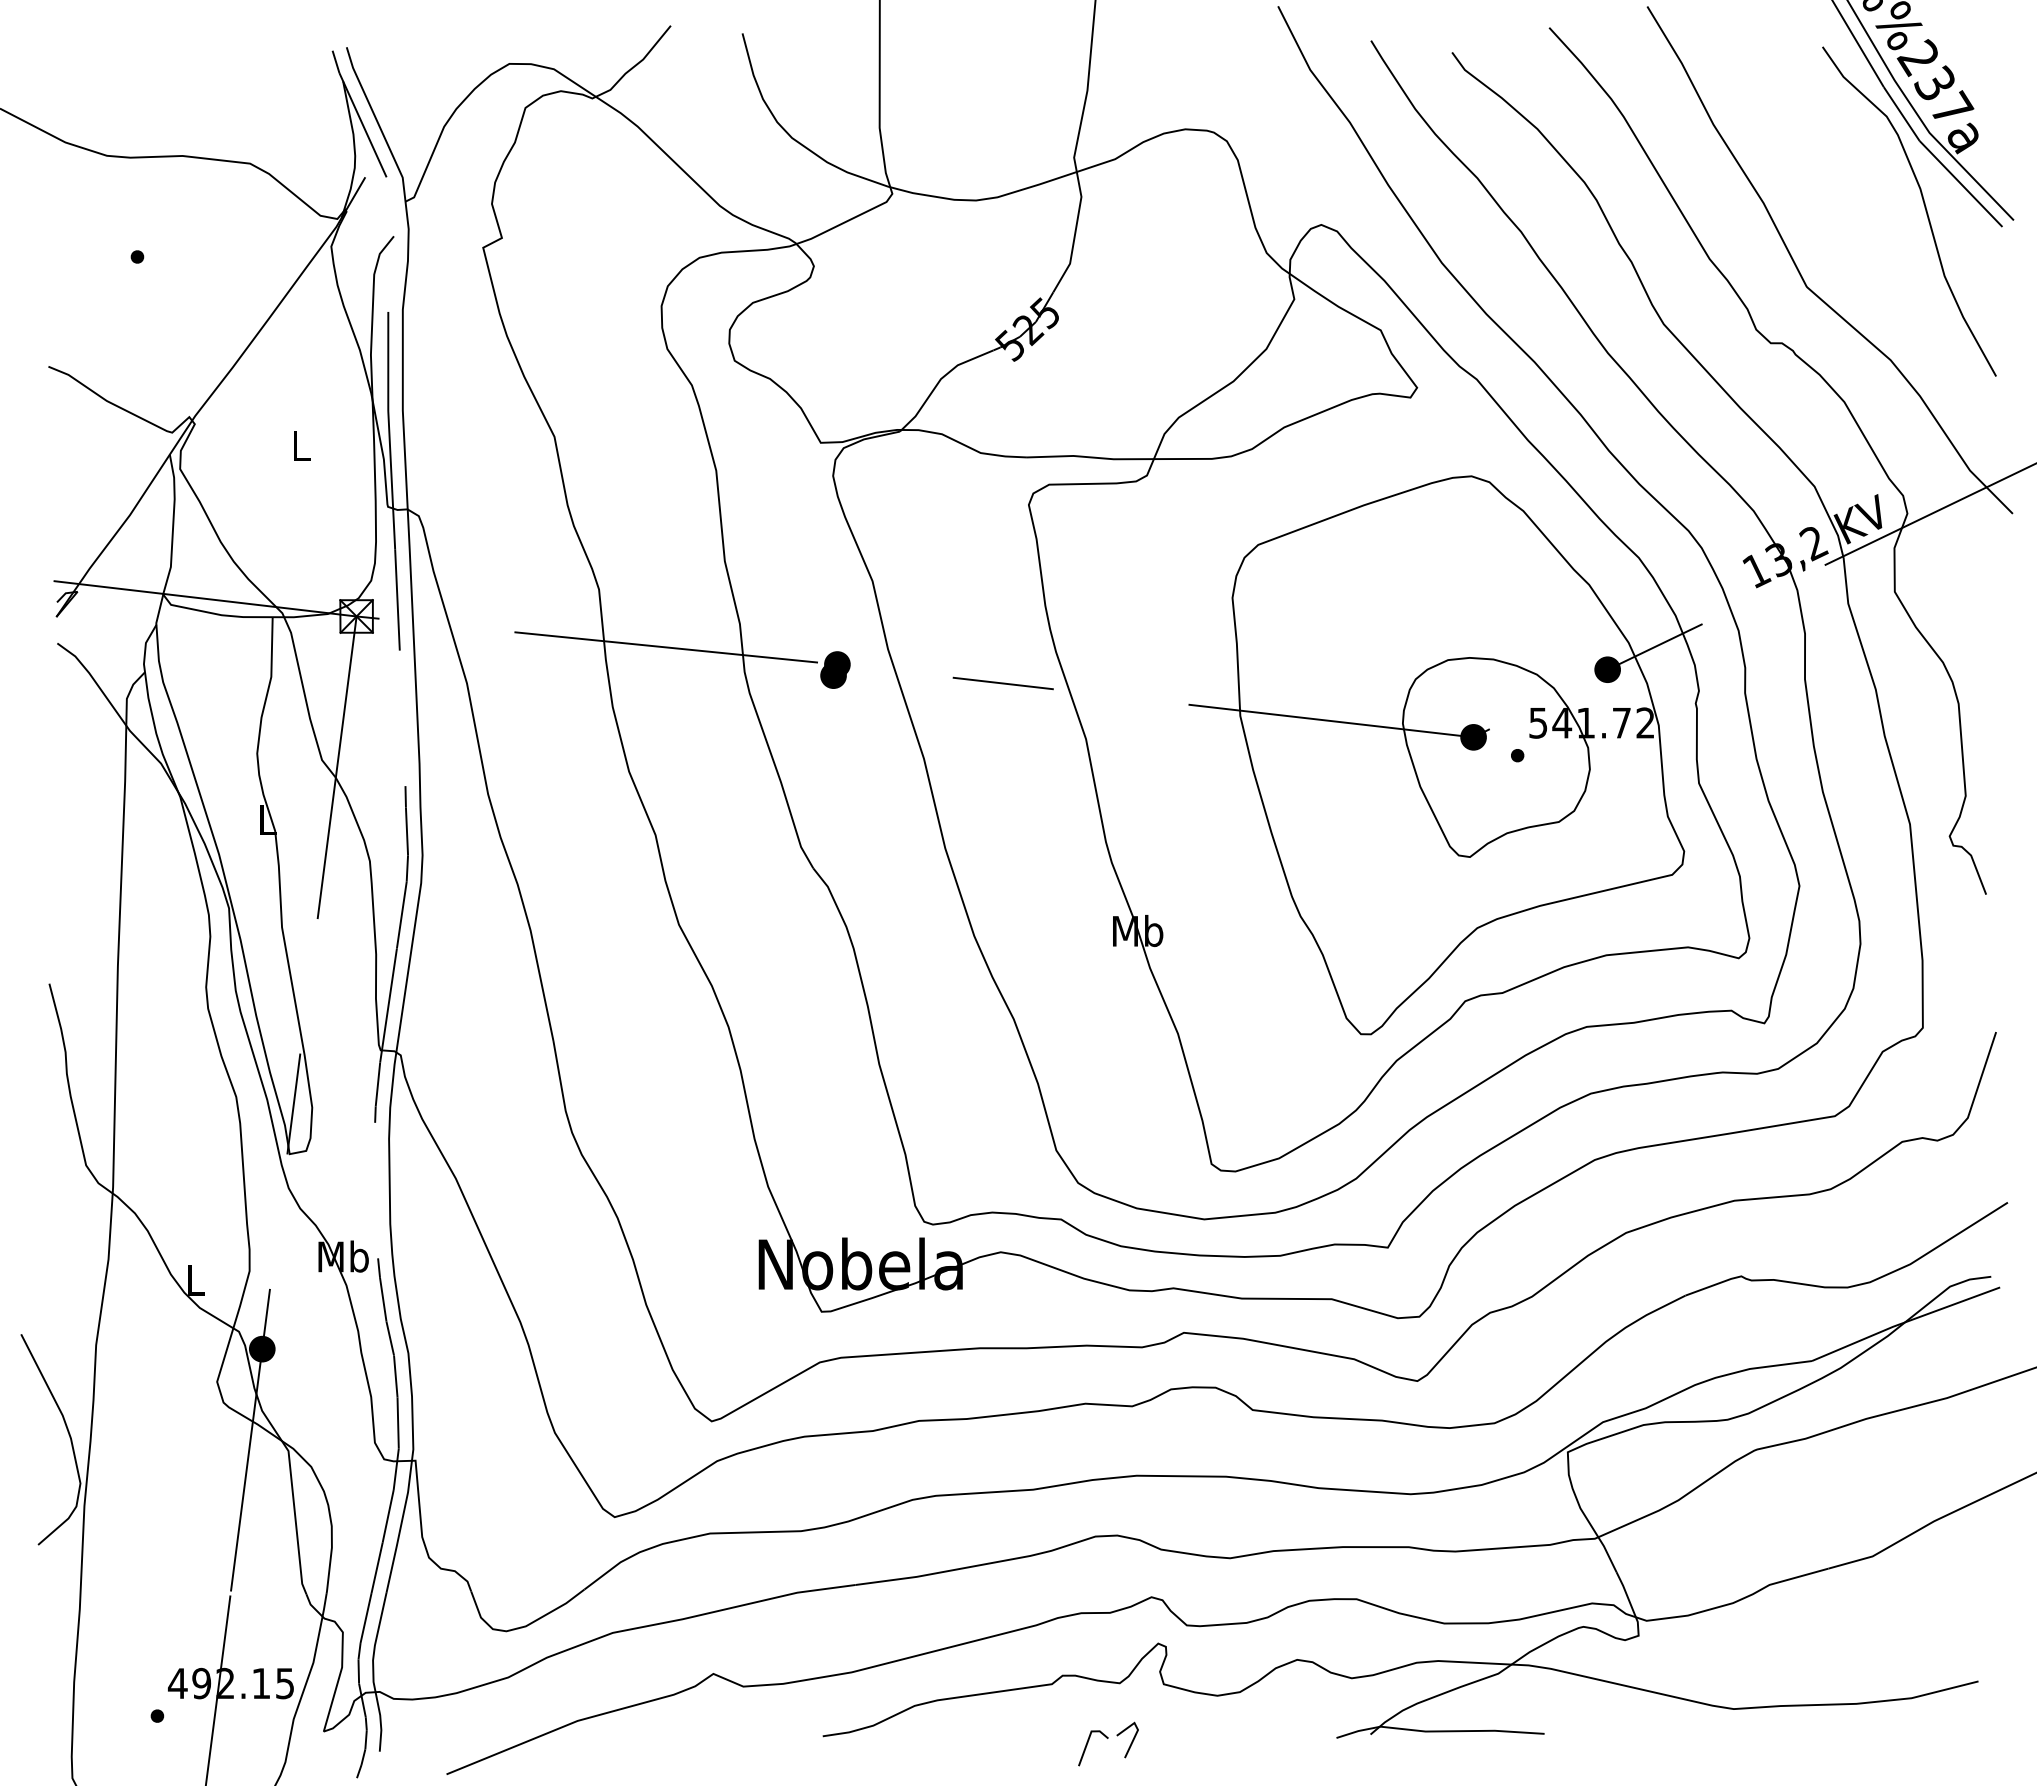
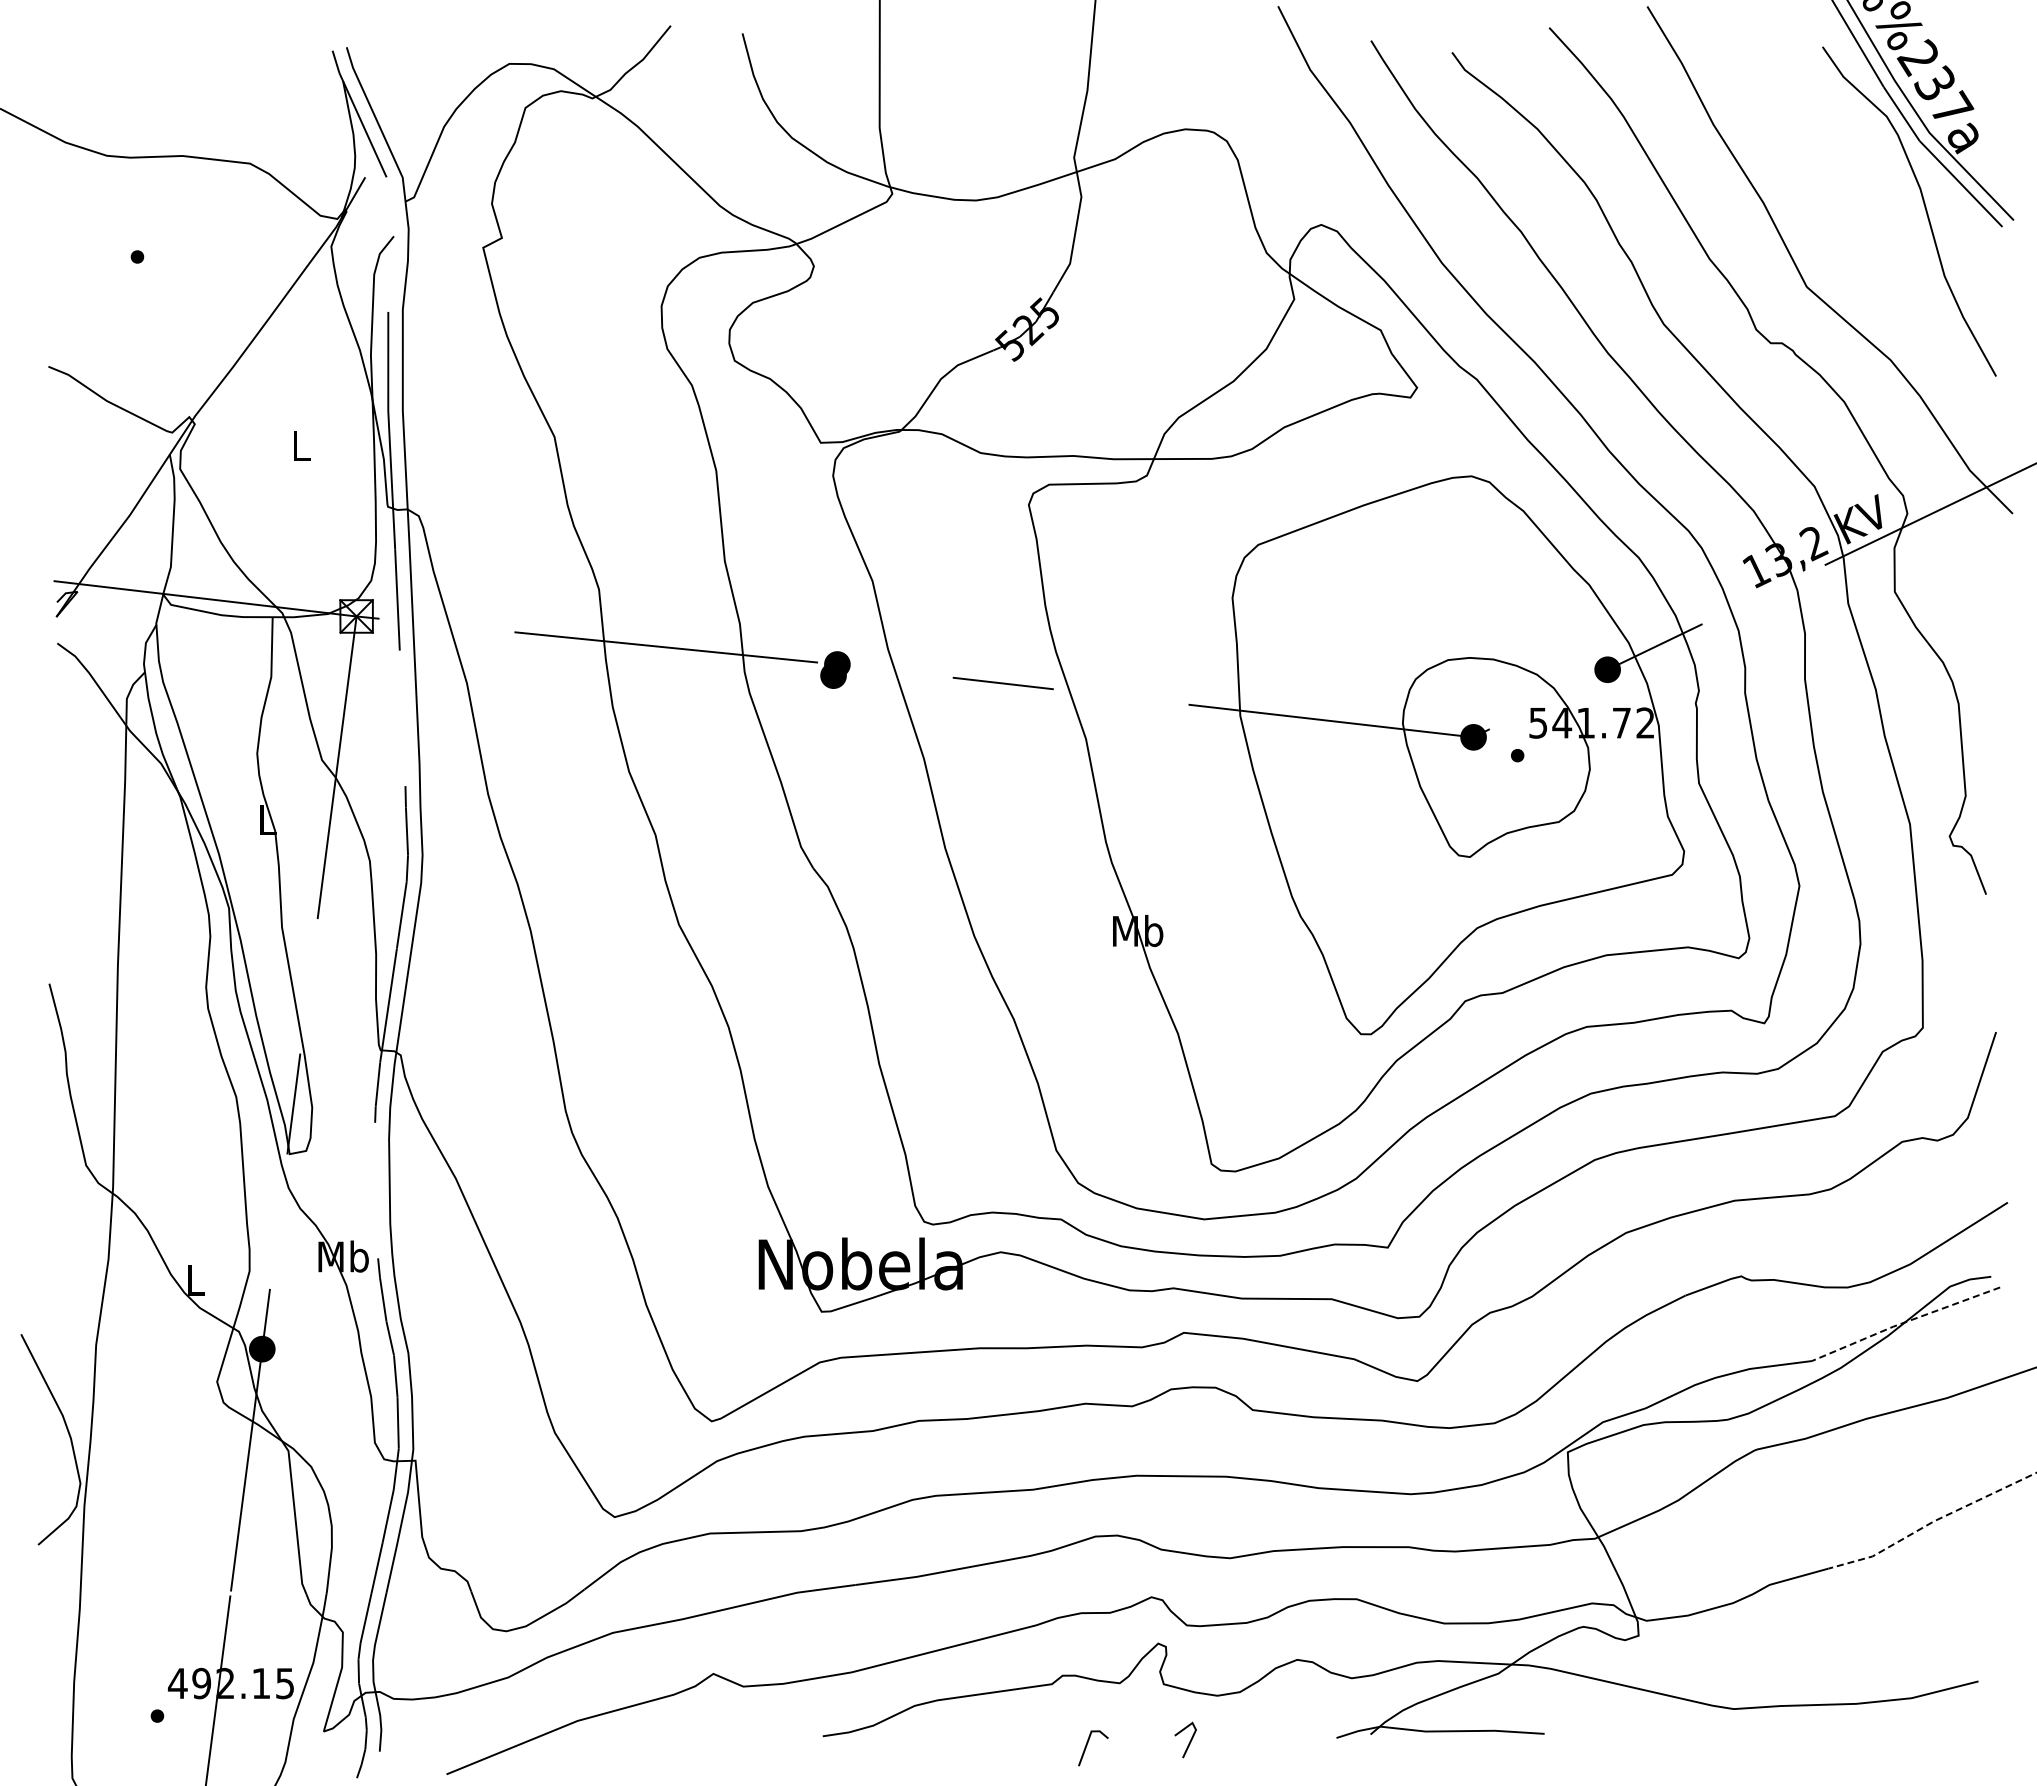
line at (1904, 1322): solid -> dashed
line at (1932, 1522): solid -> dashed
line at (1131, 1741) position: (1131, 1741) -> (1189, 1741)
